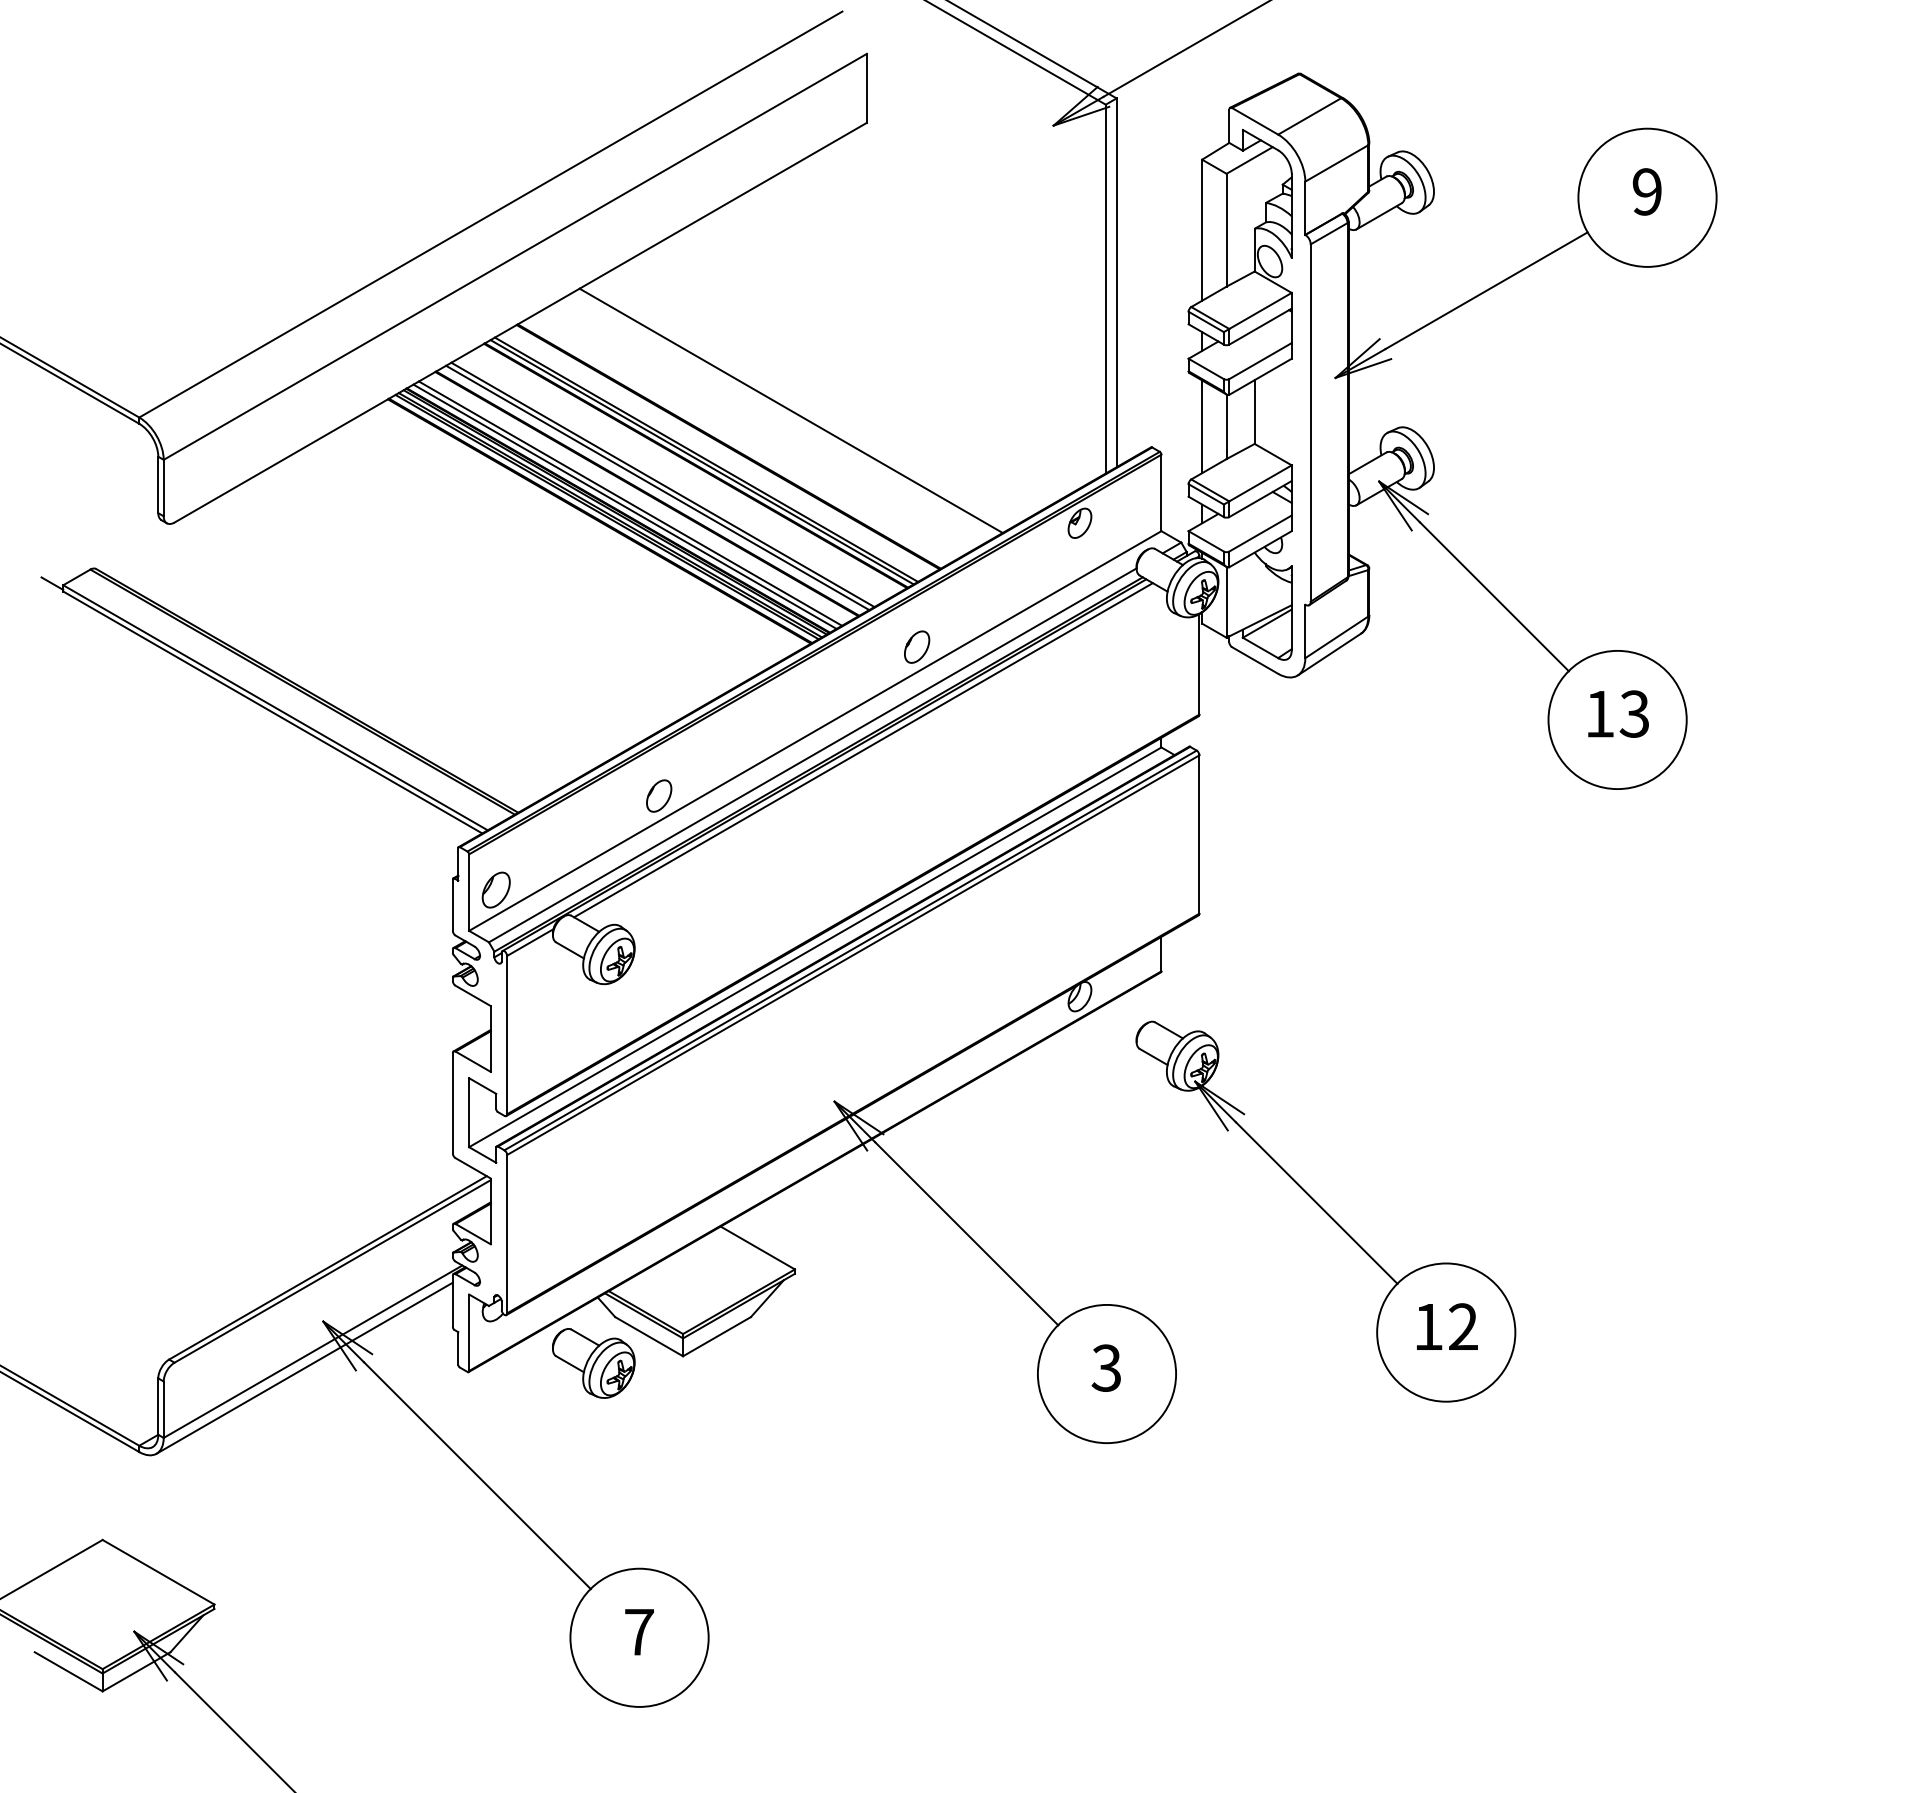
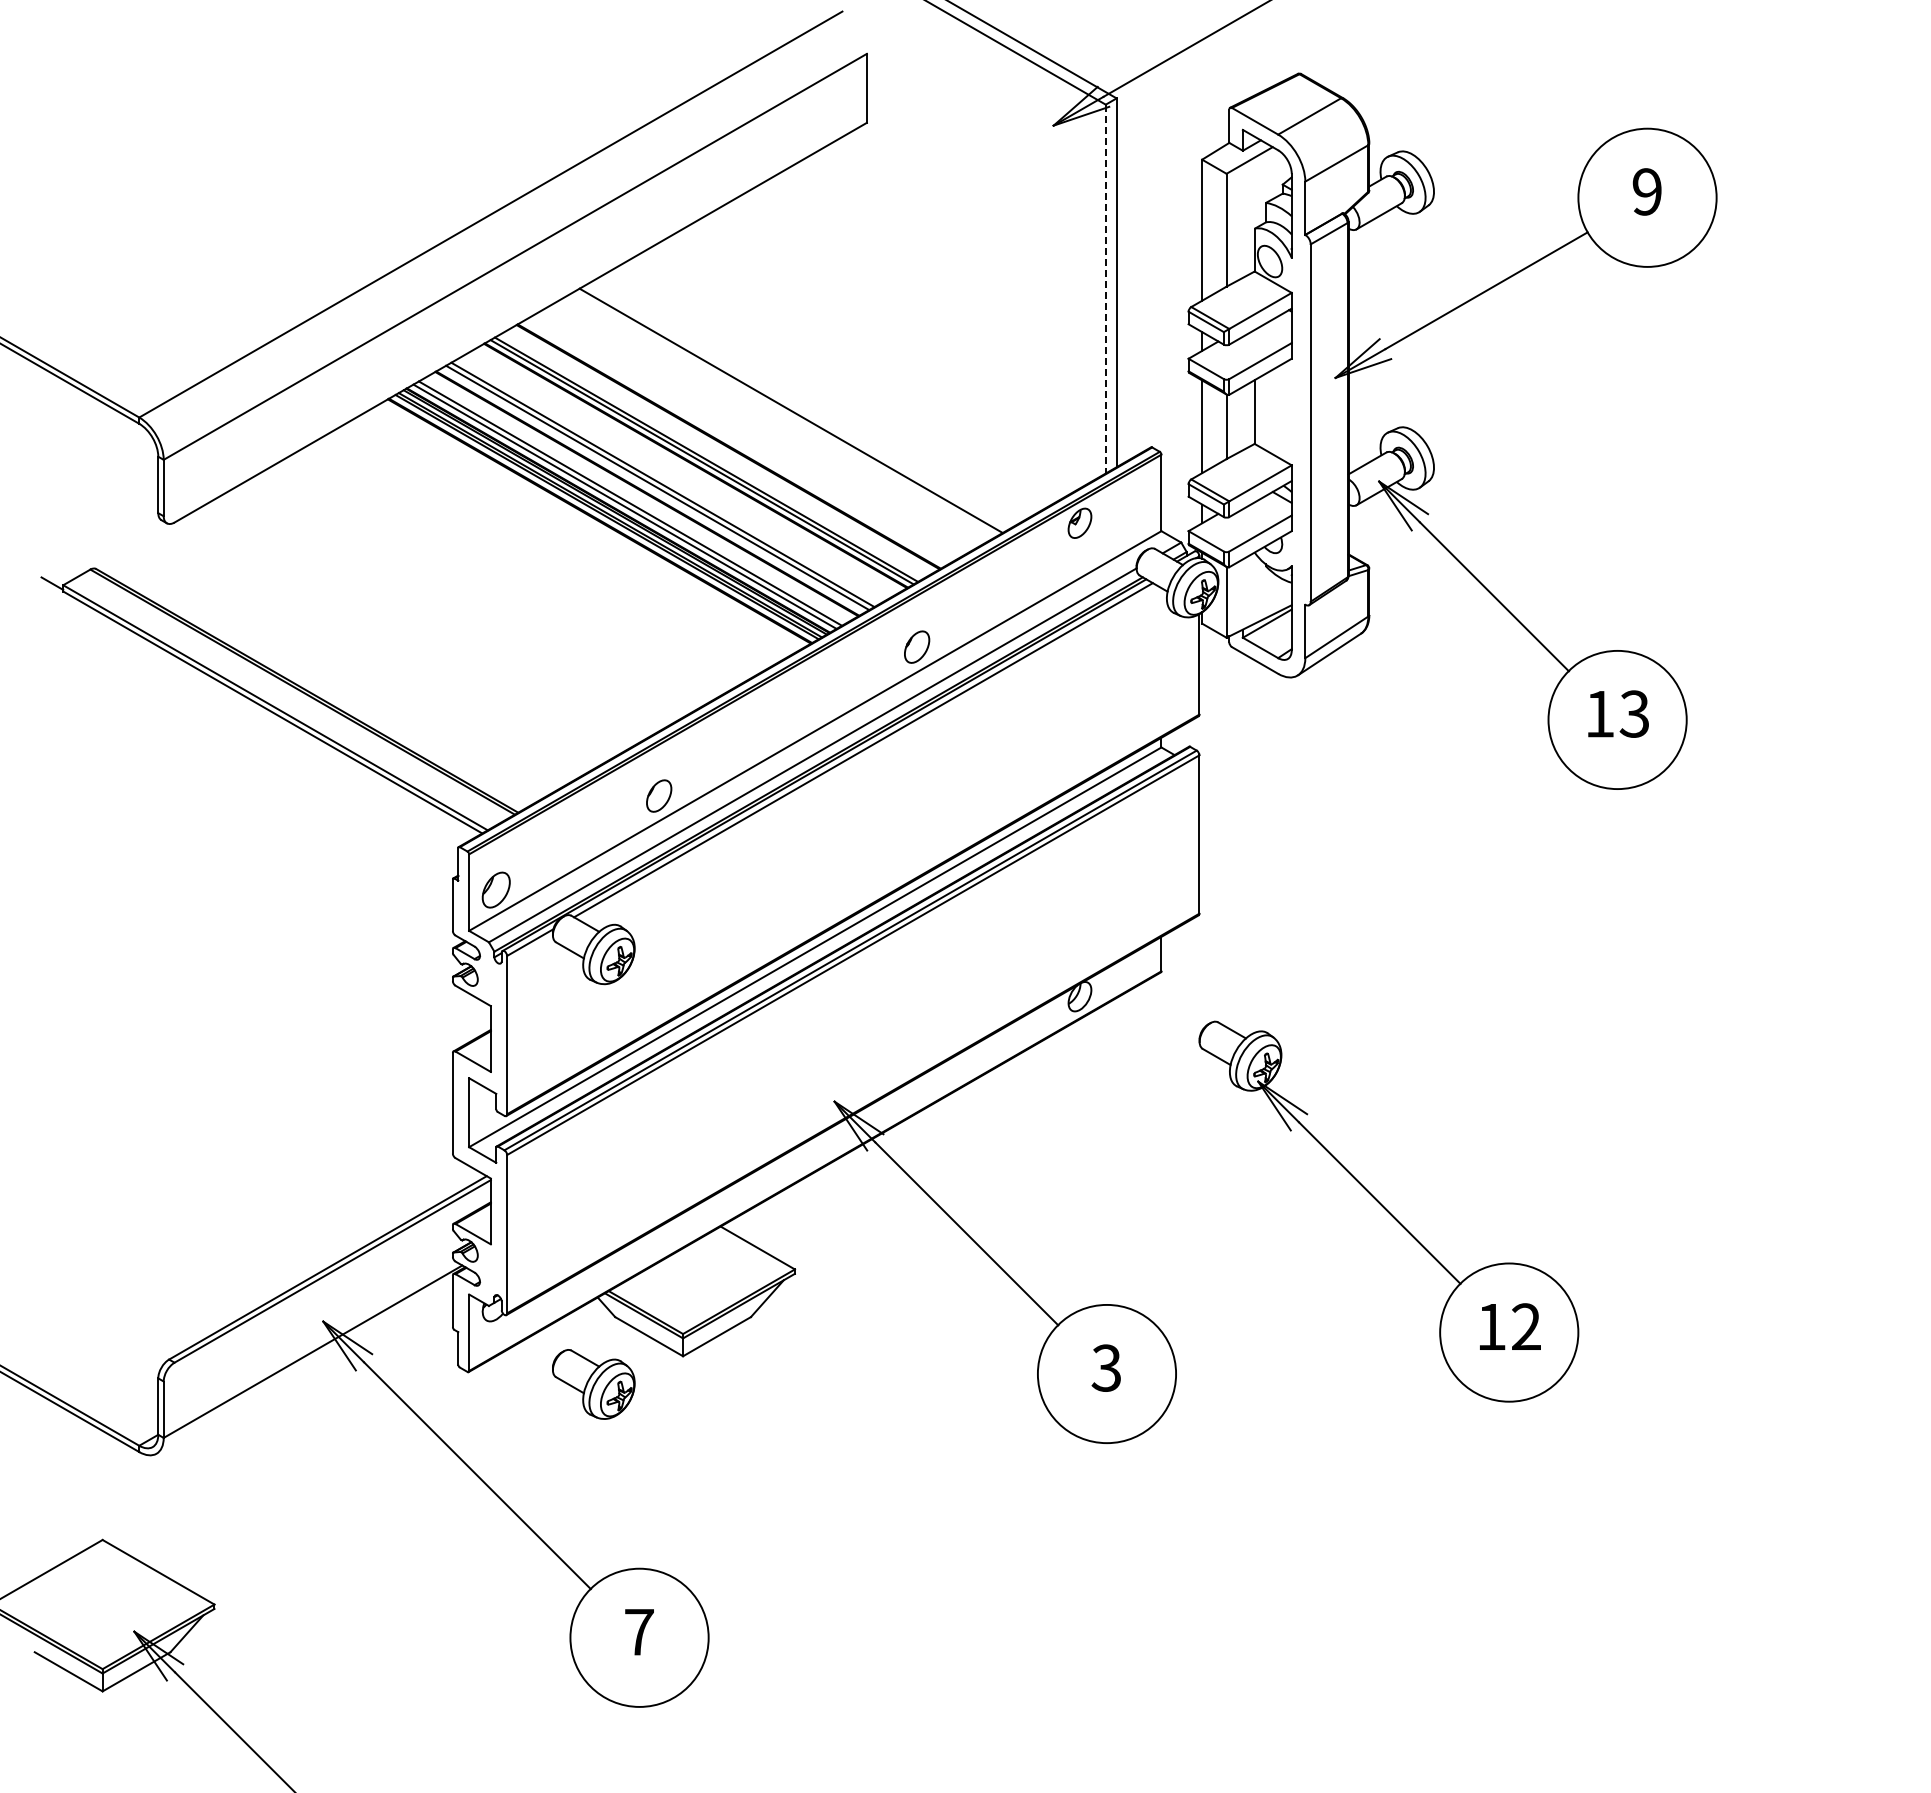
line at (1105, 289): solid -> dashed
part at (1325, 1211) position: (1325, 1211) -> (1388, 1211)
part at (593, 1363) position: (593, 1363) -> (593, 1384)
line at (304, 1367): present -> none
